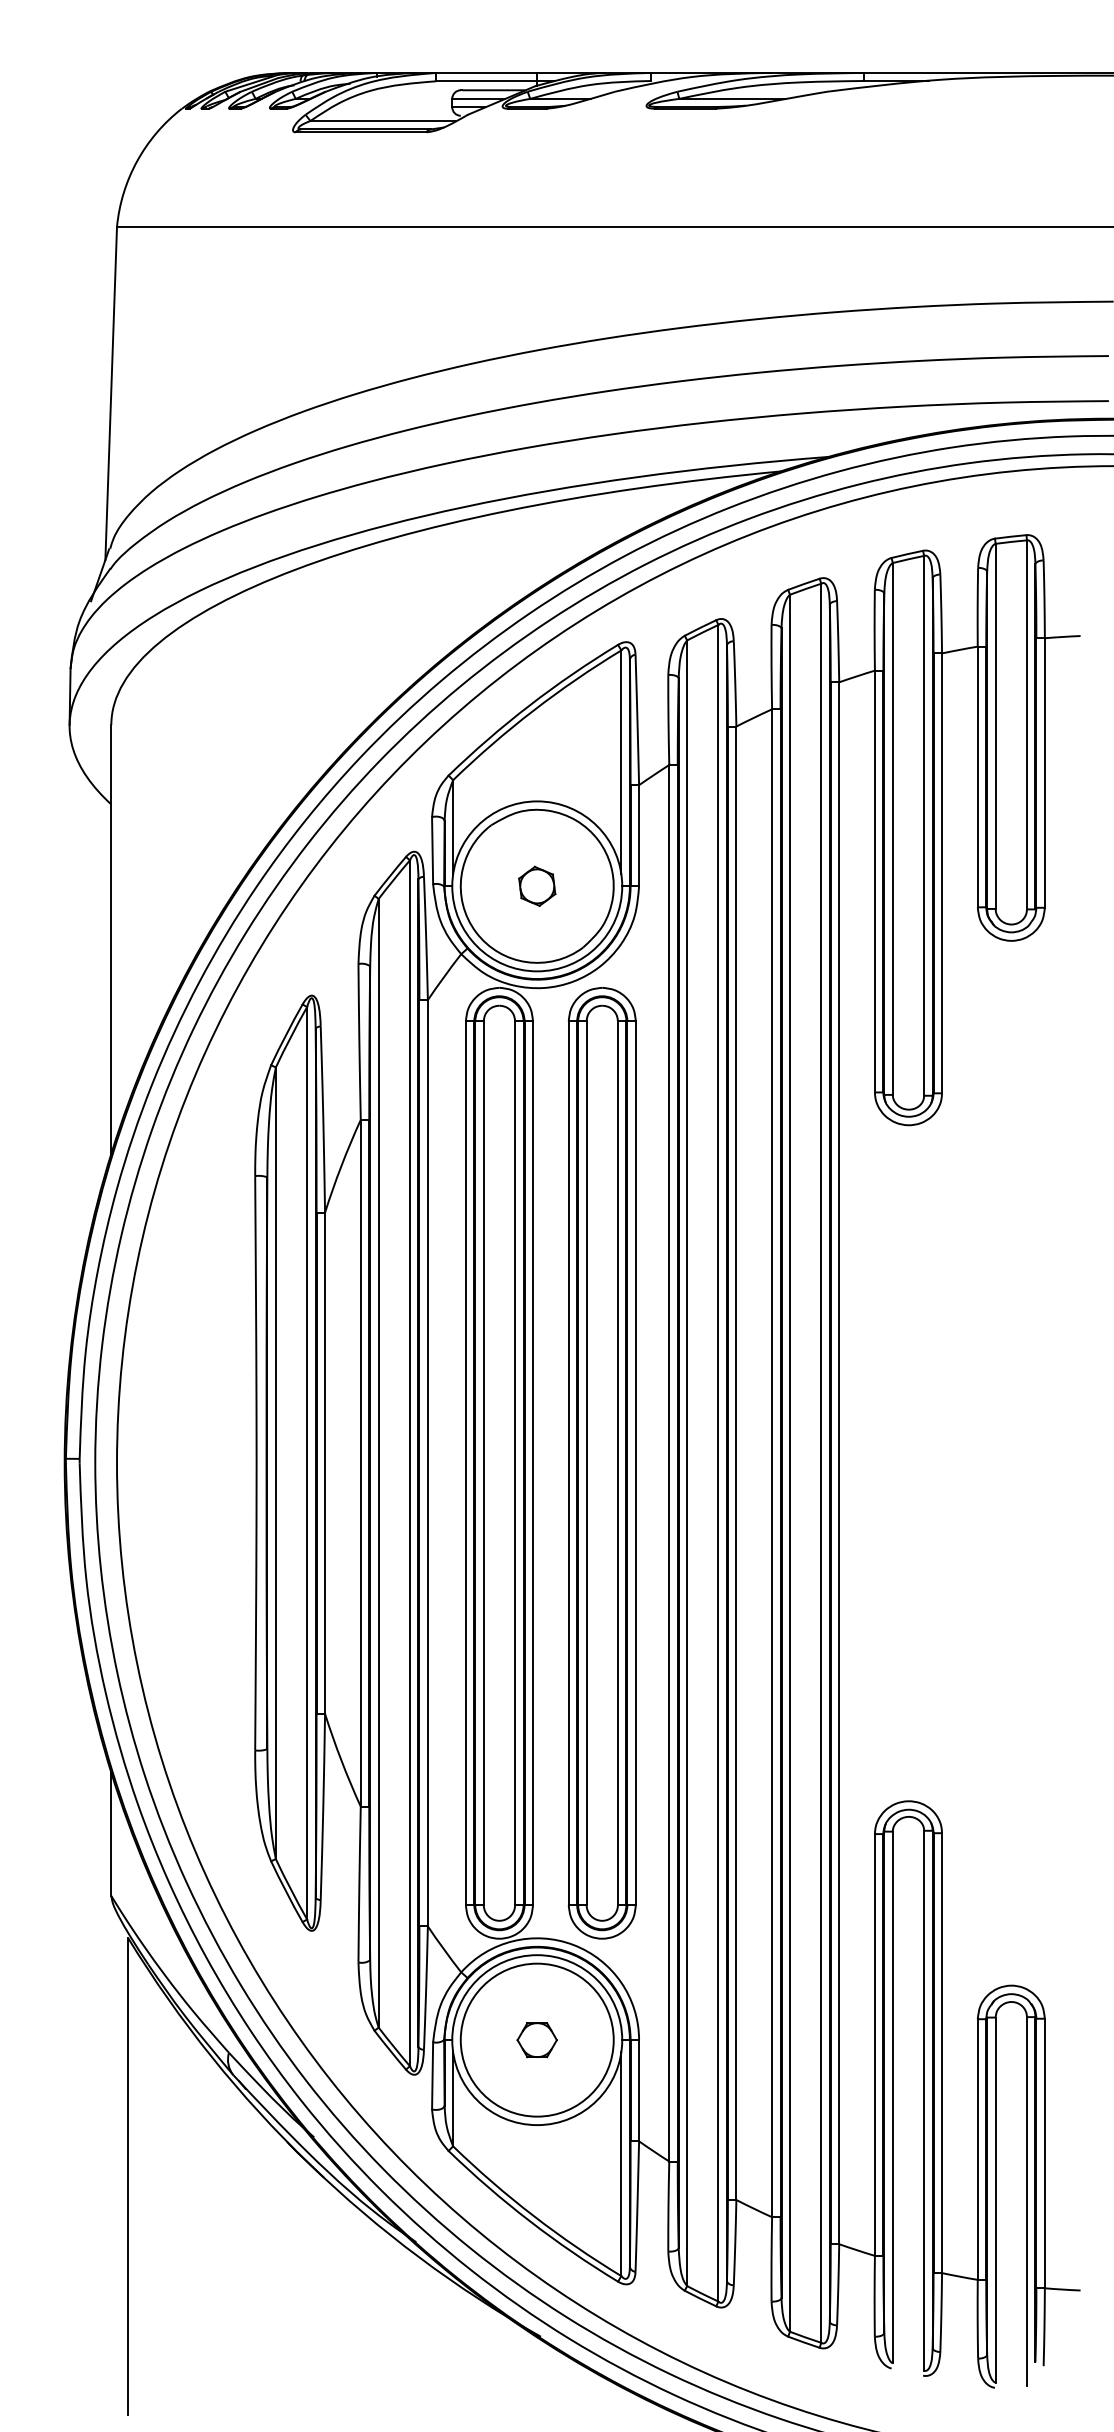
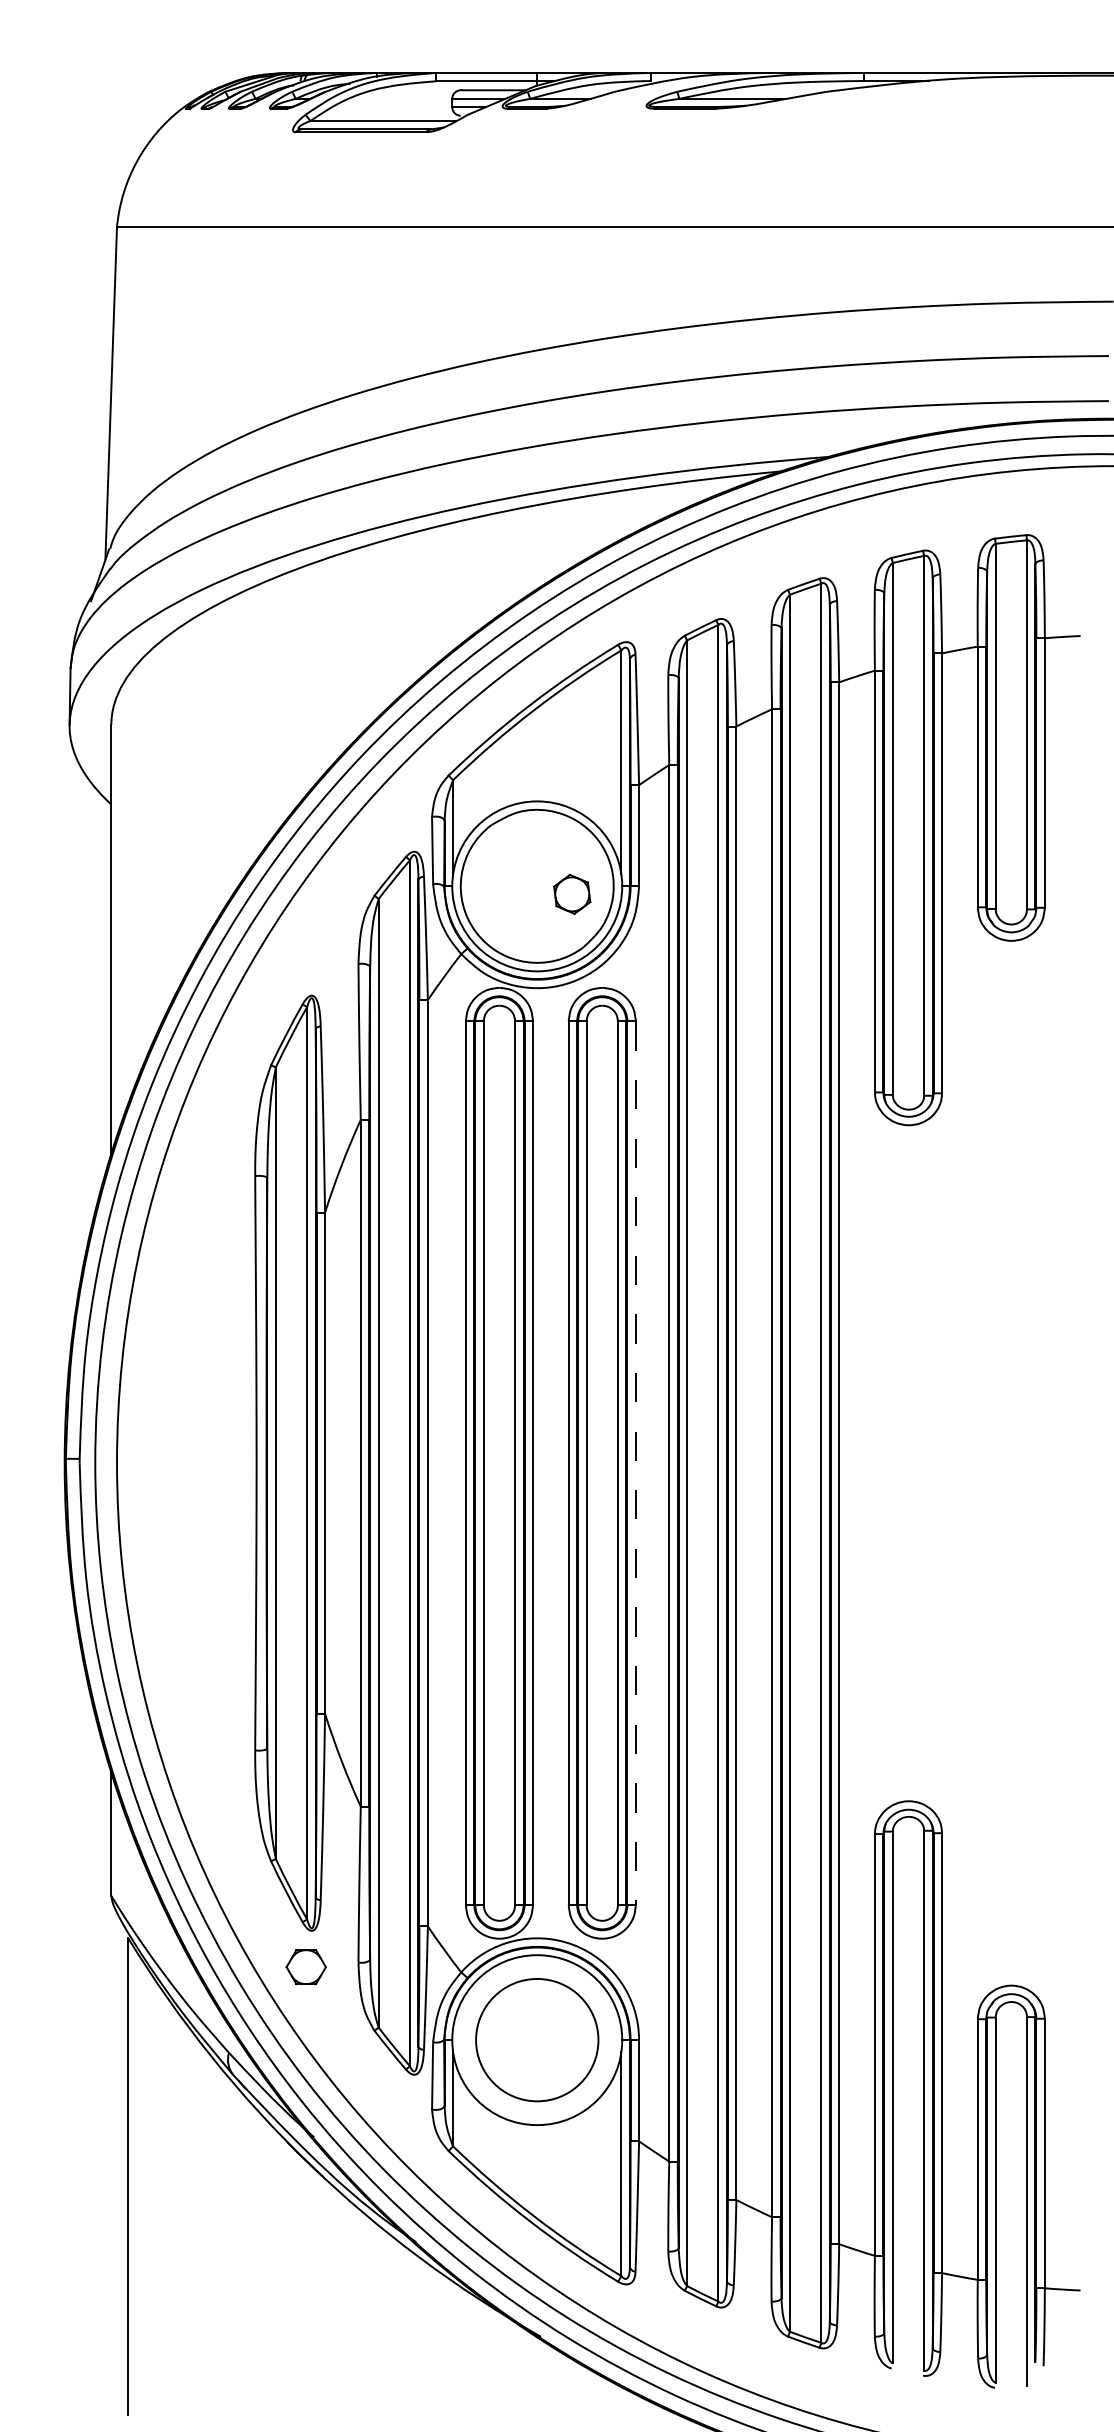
part at (537, 885) position: (537, 885) -> (572, 893)
line at (635, 1463): solid -> dashed
circle at (536, 2039) diameter: 153 px -> 122 px
part at (536, 2040) position: (536, 2040) -> (305, 1967)
